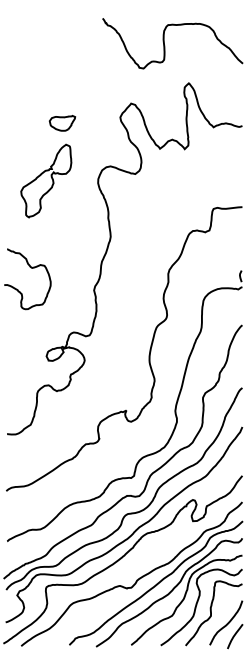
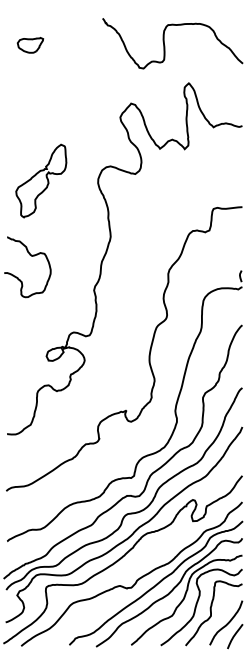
part at (62, 123) position: (62, 123) -> (30, 45)
part at (46, 180) position: (46, 180) -> (41, 180)
curve at (31, 268) position: (31, 268) -> (31, 256)
